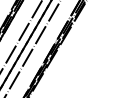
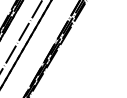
line at (32, 48): present -> none
